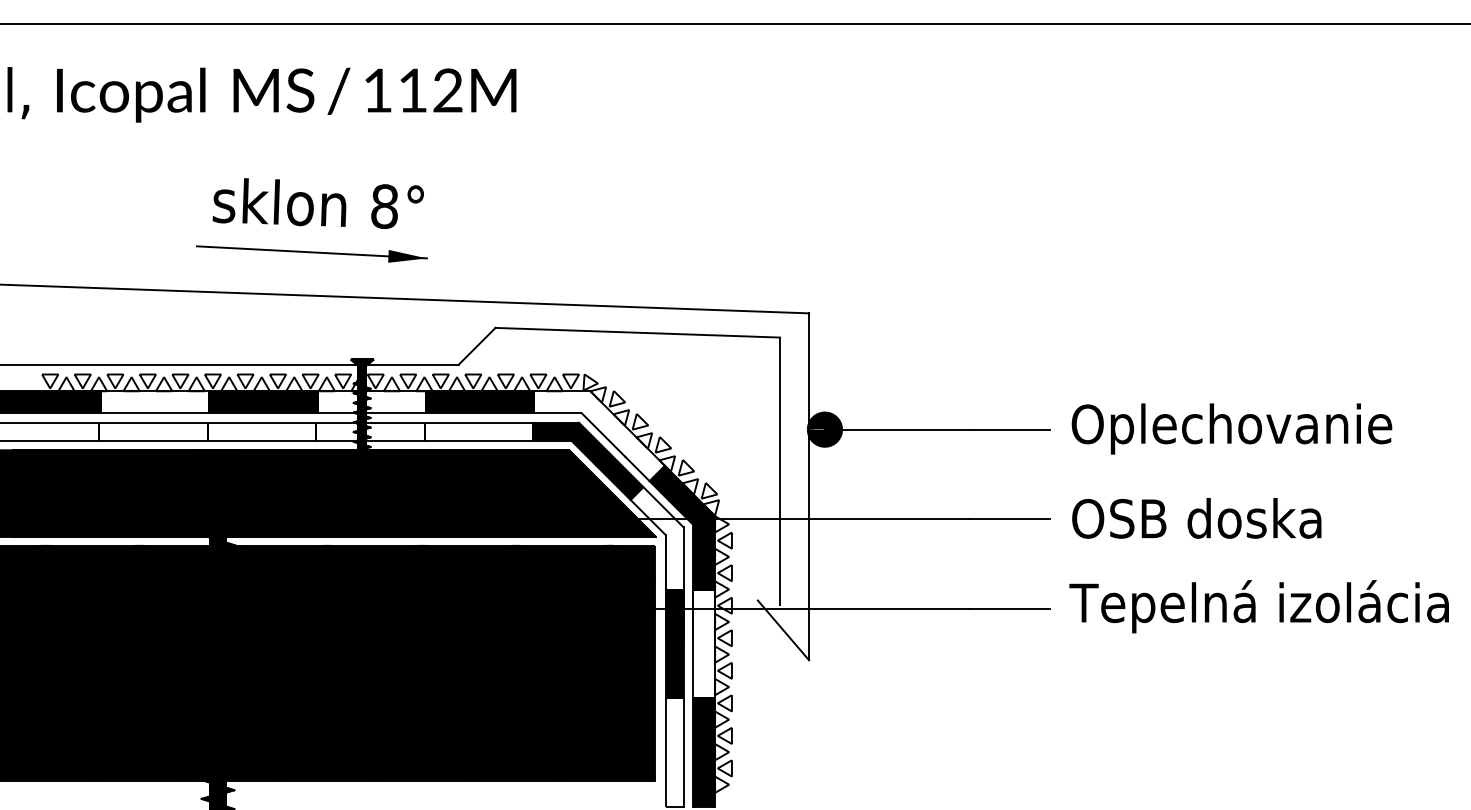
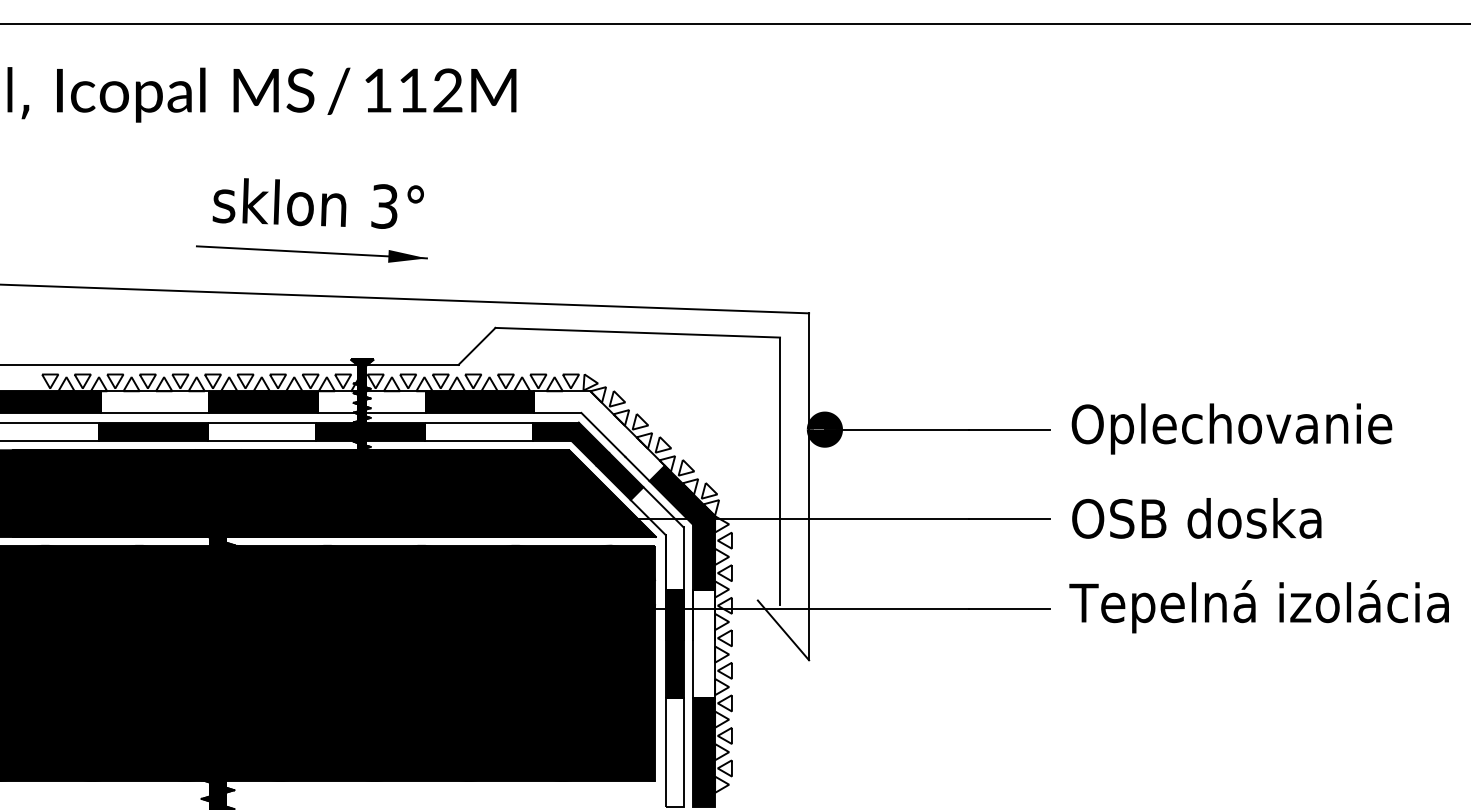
text at (384, 206): 8° -> 3°
fill at (153, 431): none -> present
fill at (370, 431): none -> present
